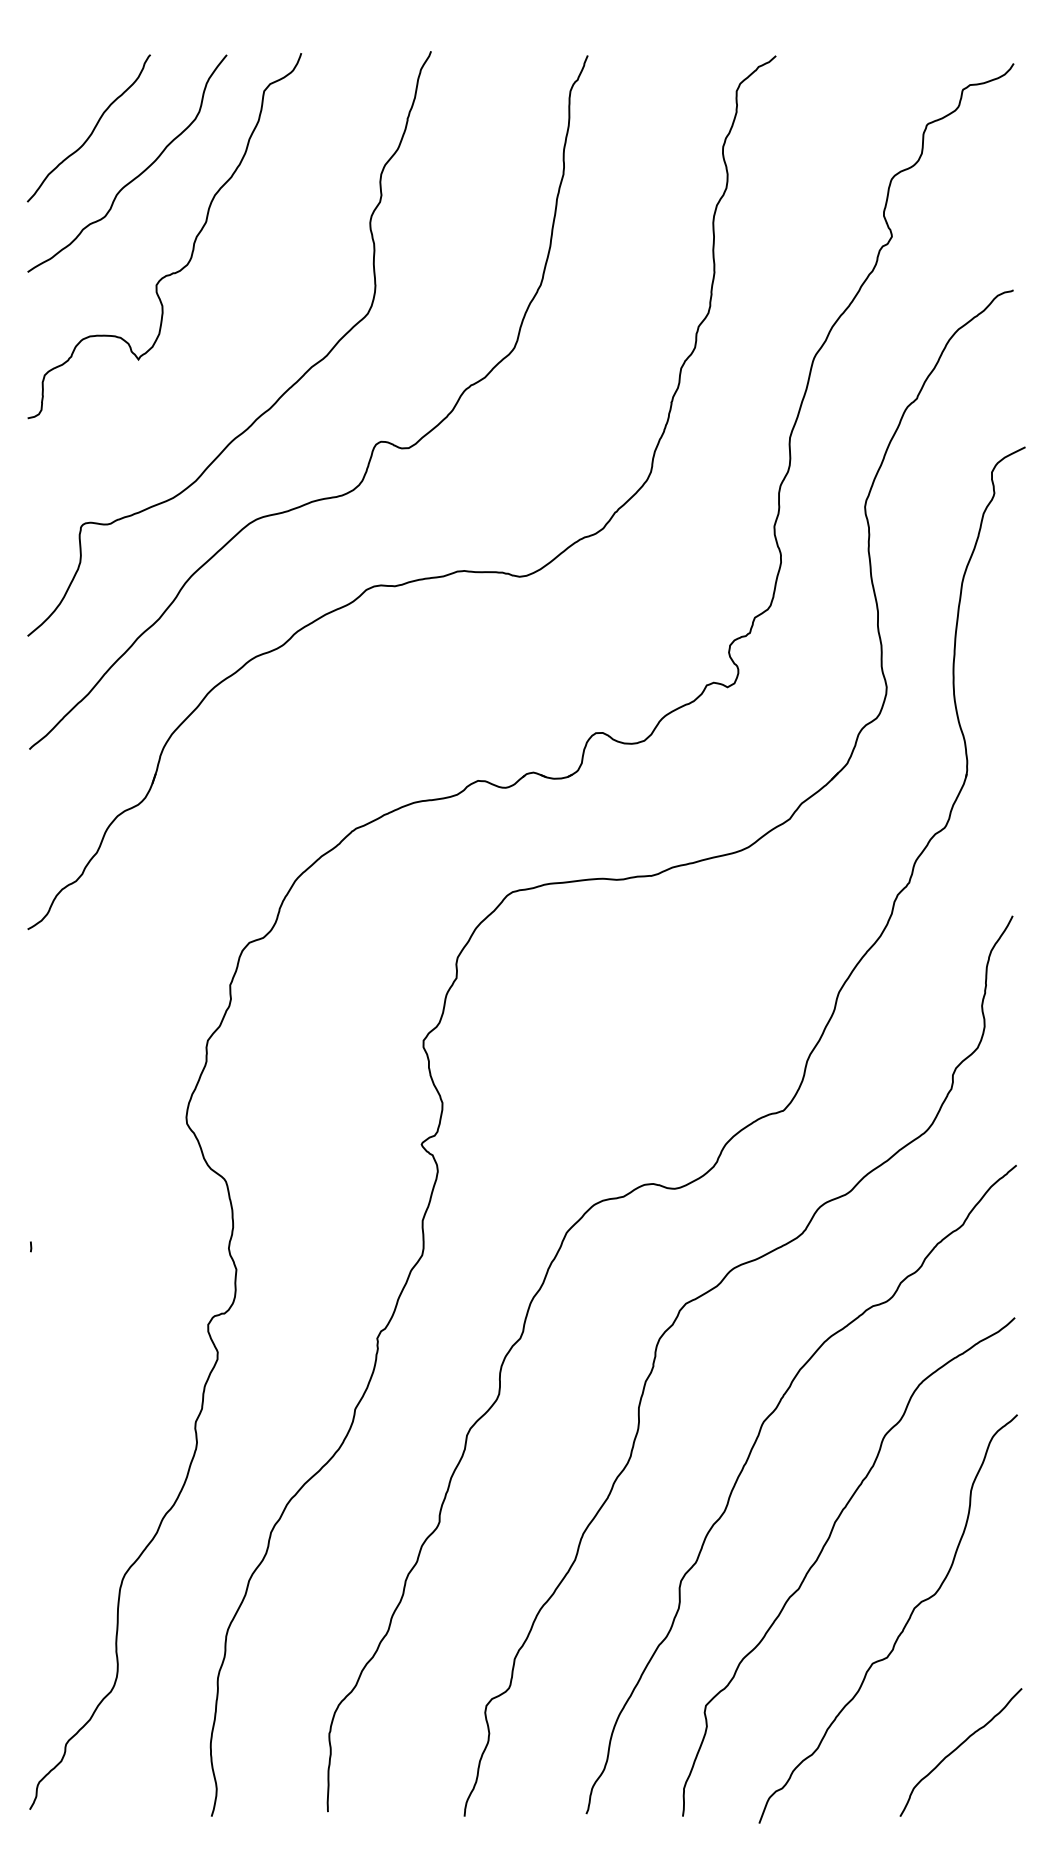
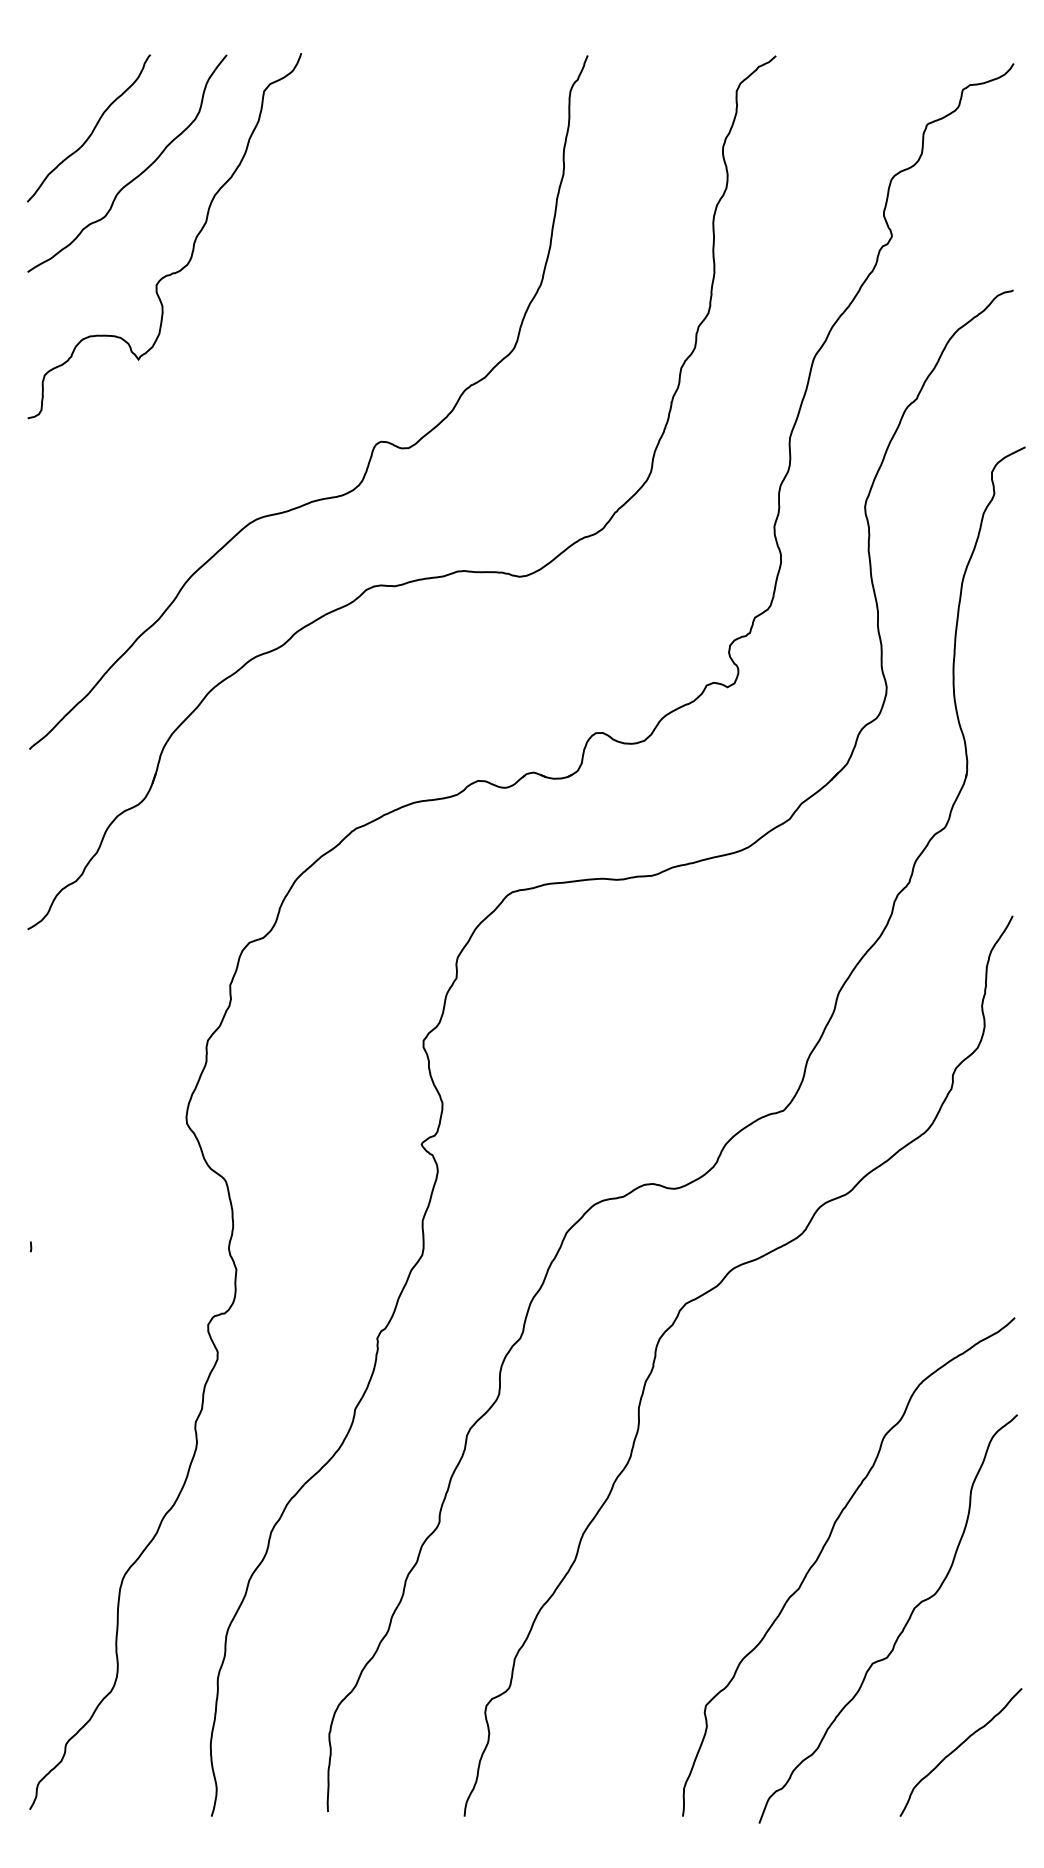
curve at (281, 394): present -> none
curve at (747, 1462): present -> none
